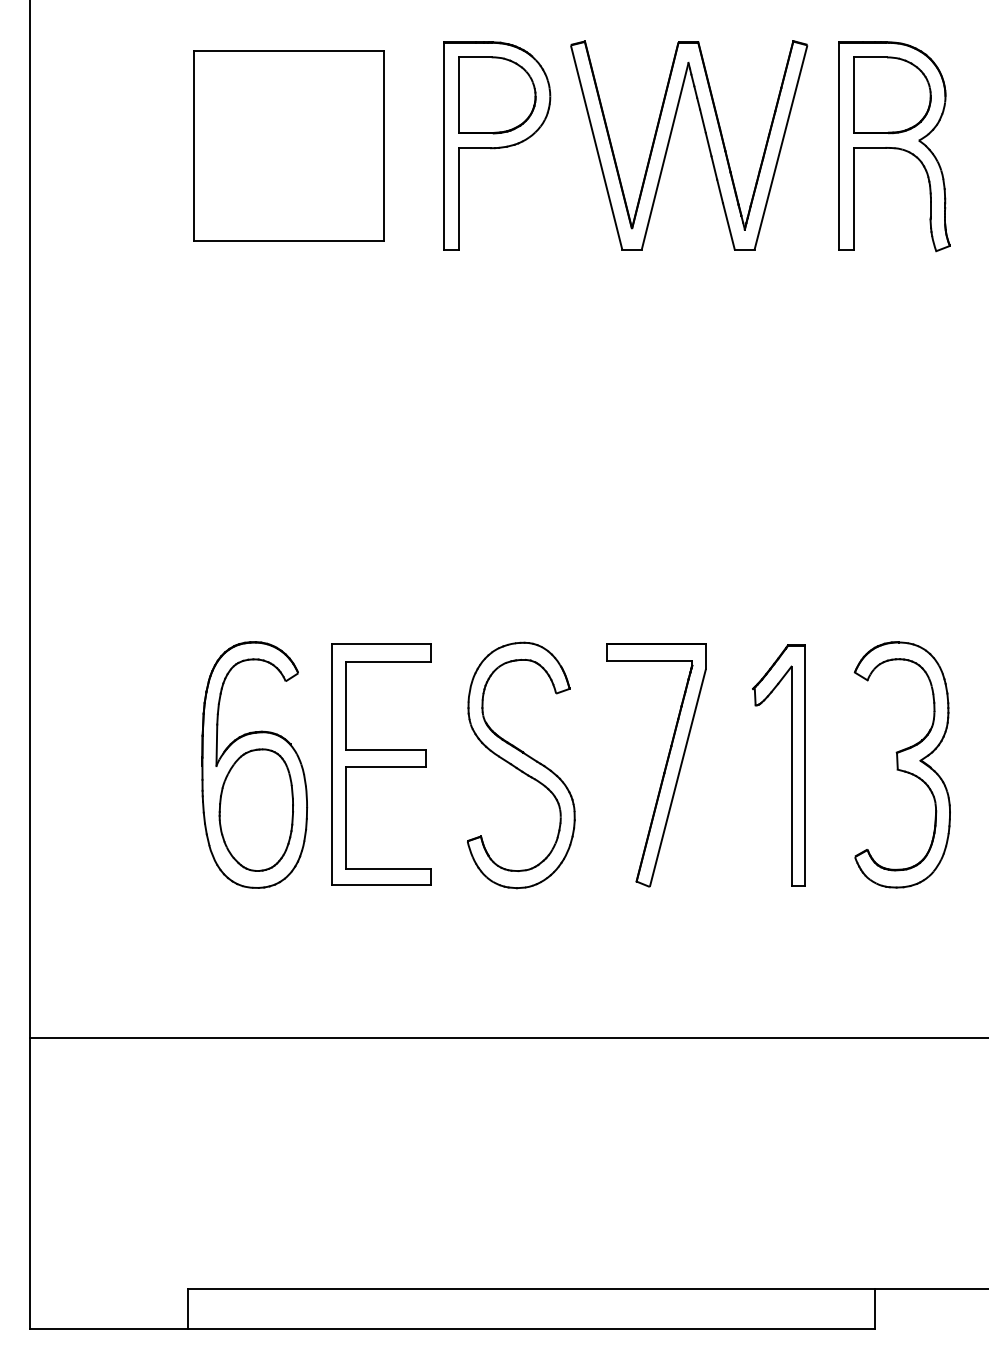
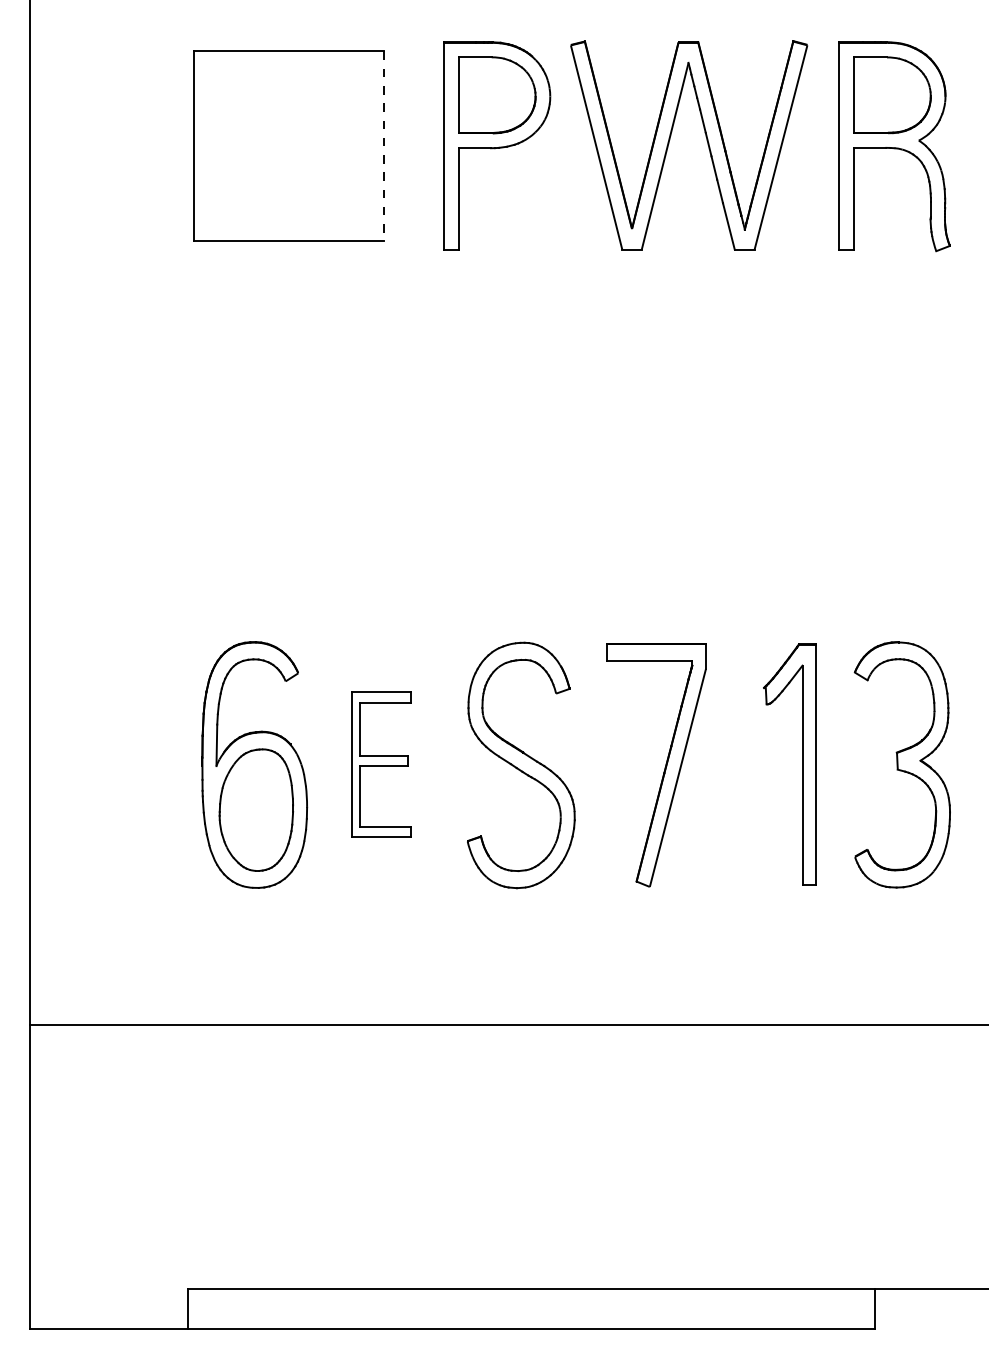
line at (383, 146): solid -> dashed
part at (381, 764) size: 101x243 px -> 61x147 px
part at (791, 765) position: (791, 765) -> (802, 764)
line at (507, 1038) position: (507, 1038) -> (507, 1025)
